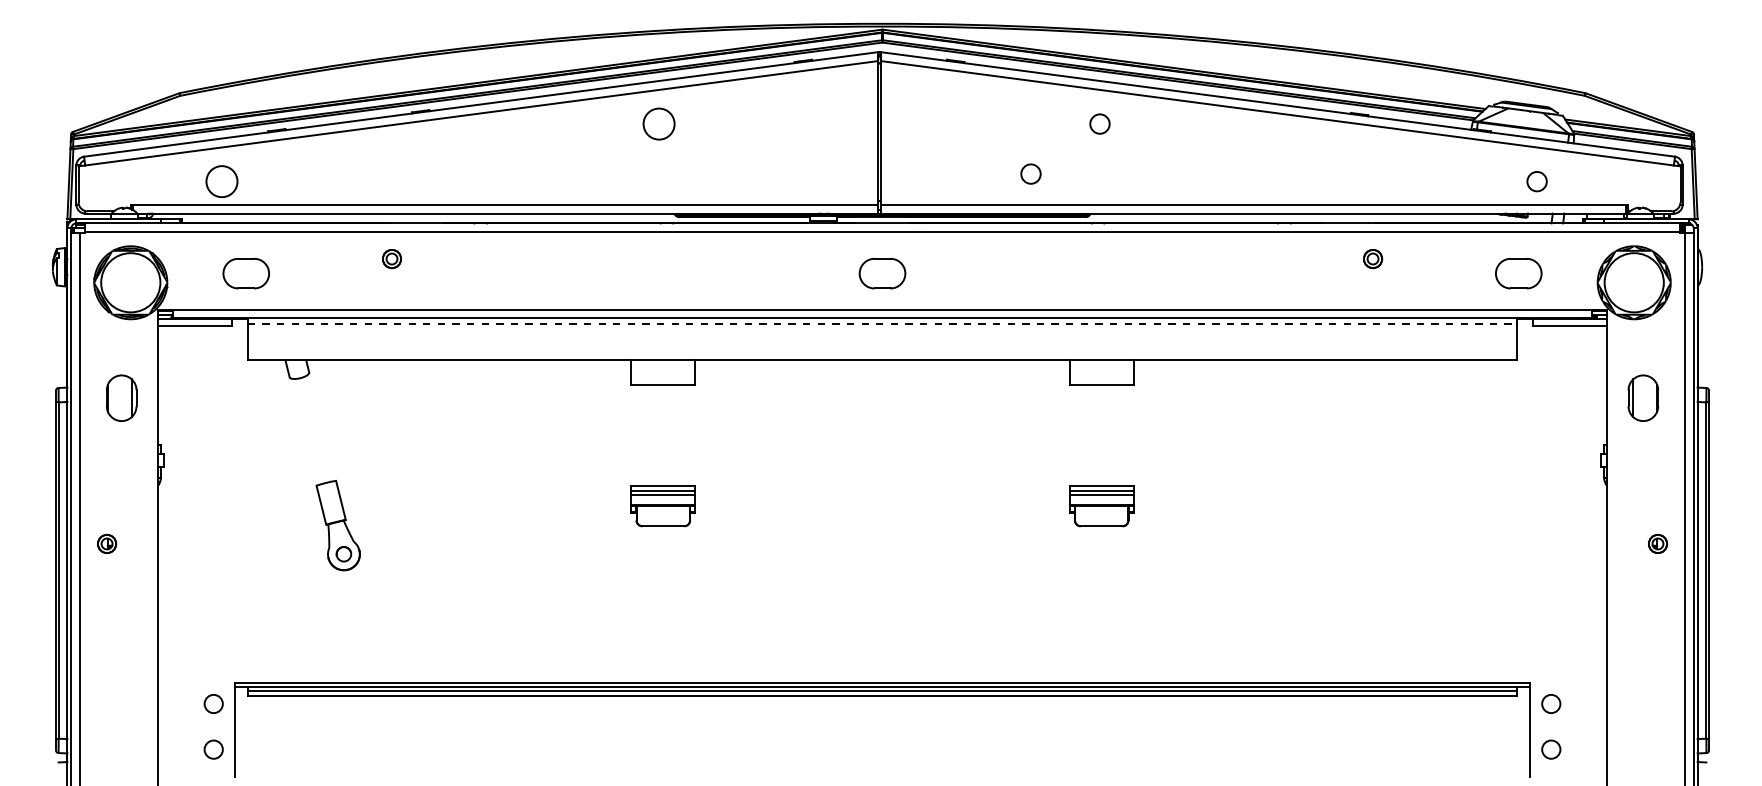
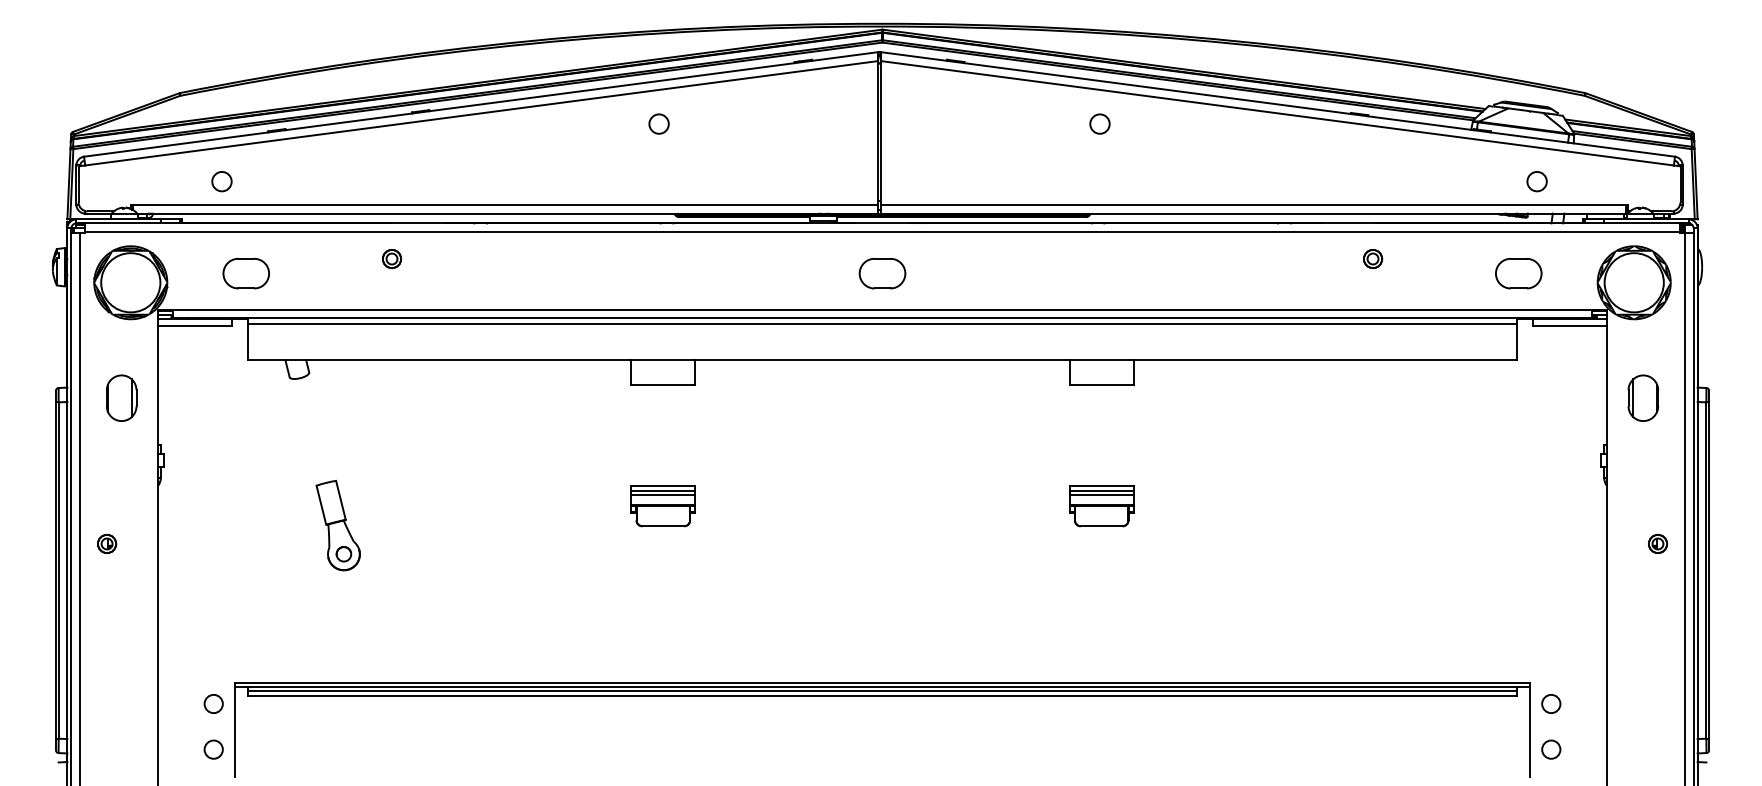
circle at (658, 123) diameter: 31 px -> 19 px
circle at (1030, 173): present -> none
circle at (221, 181) diameter: 31 px -> 19 px
line at (882, 323): dashed -> solid
